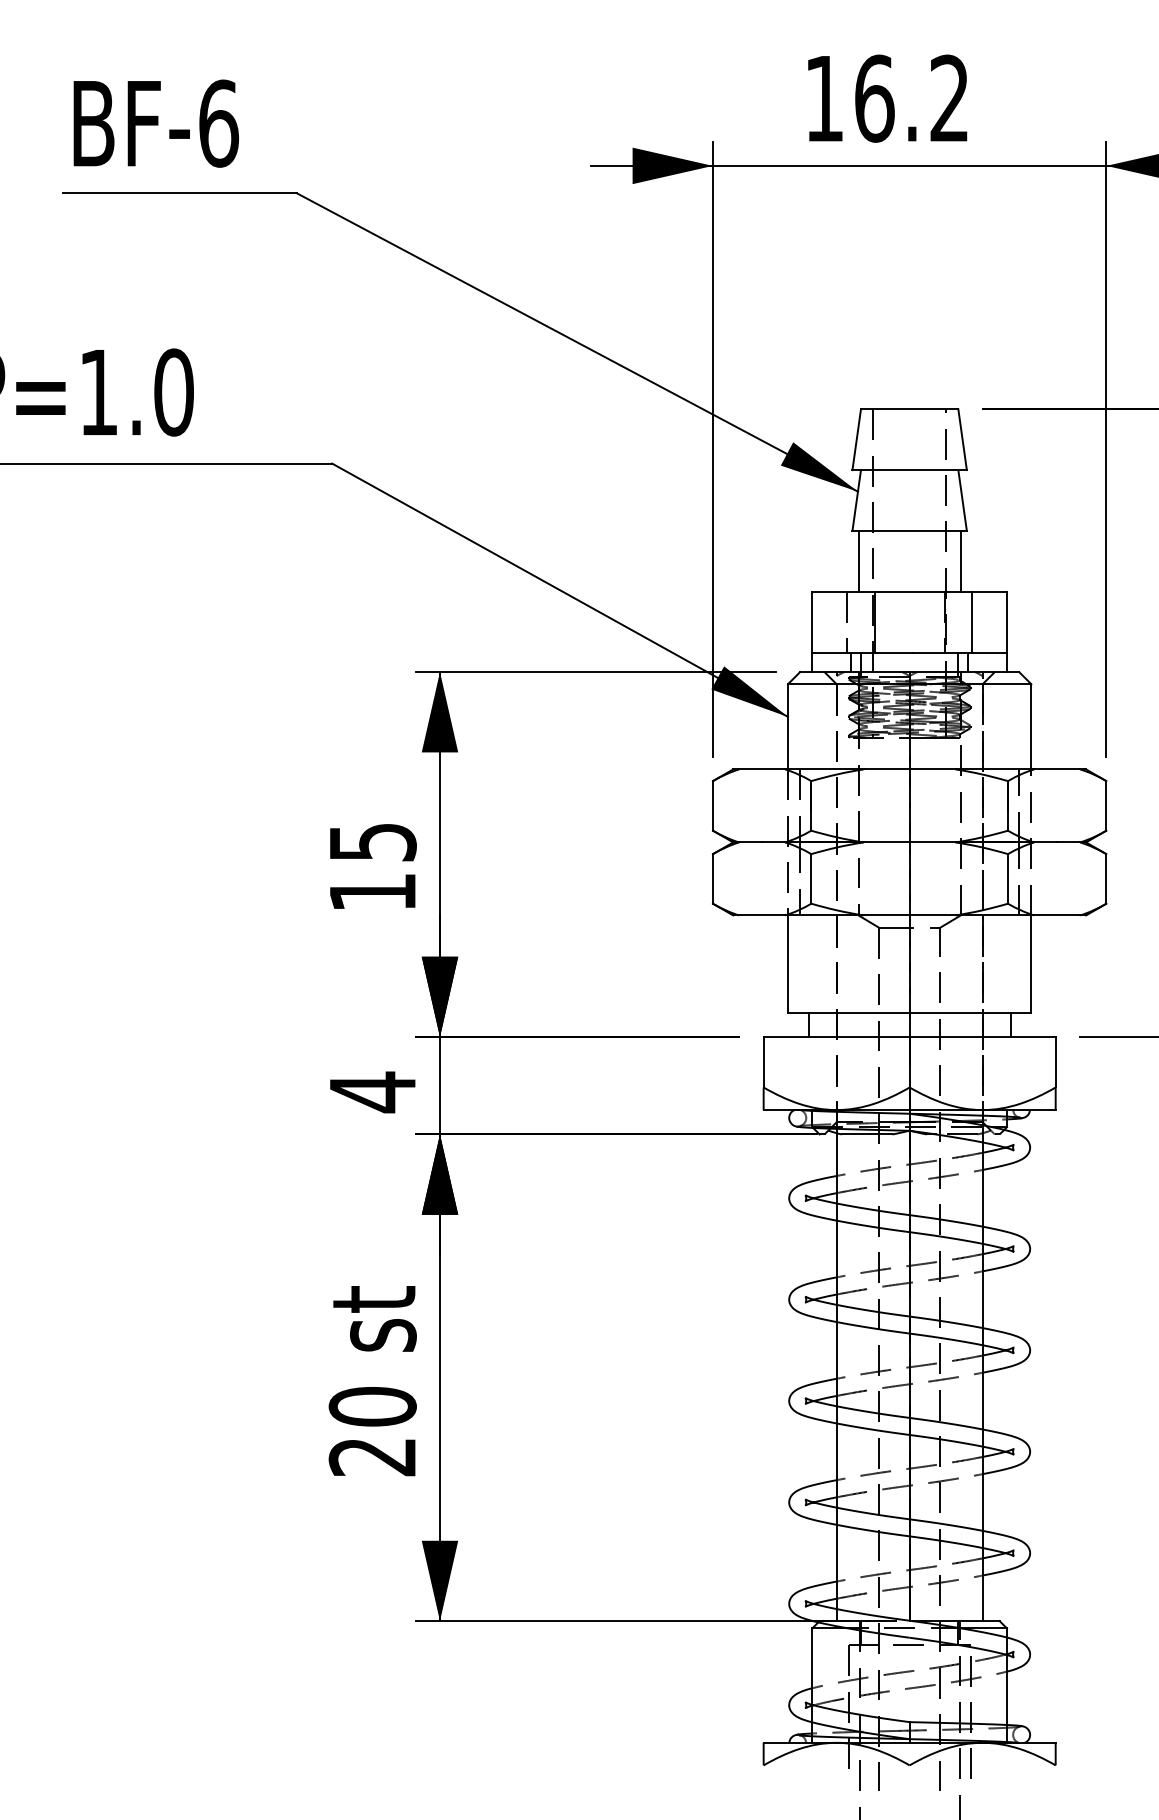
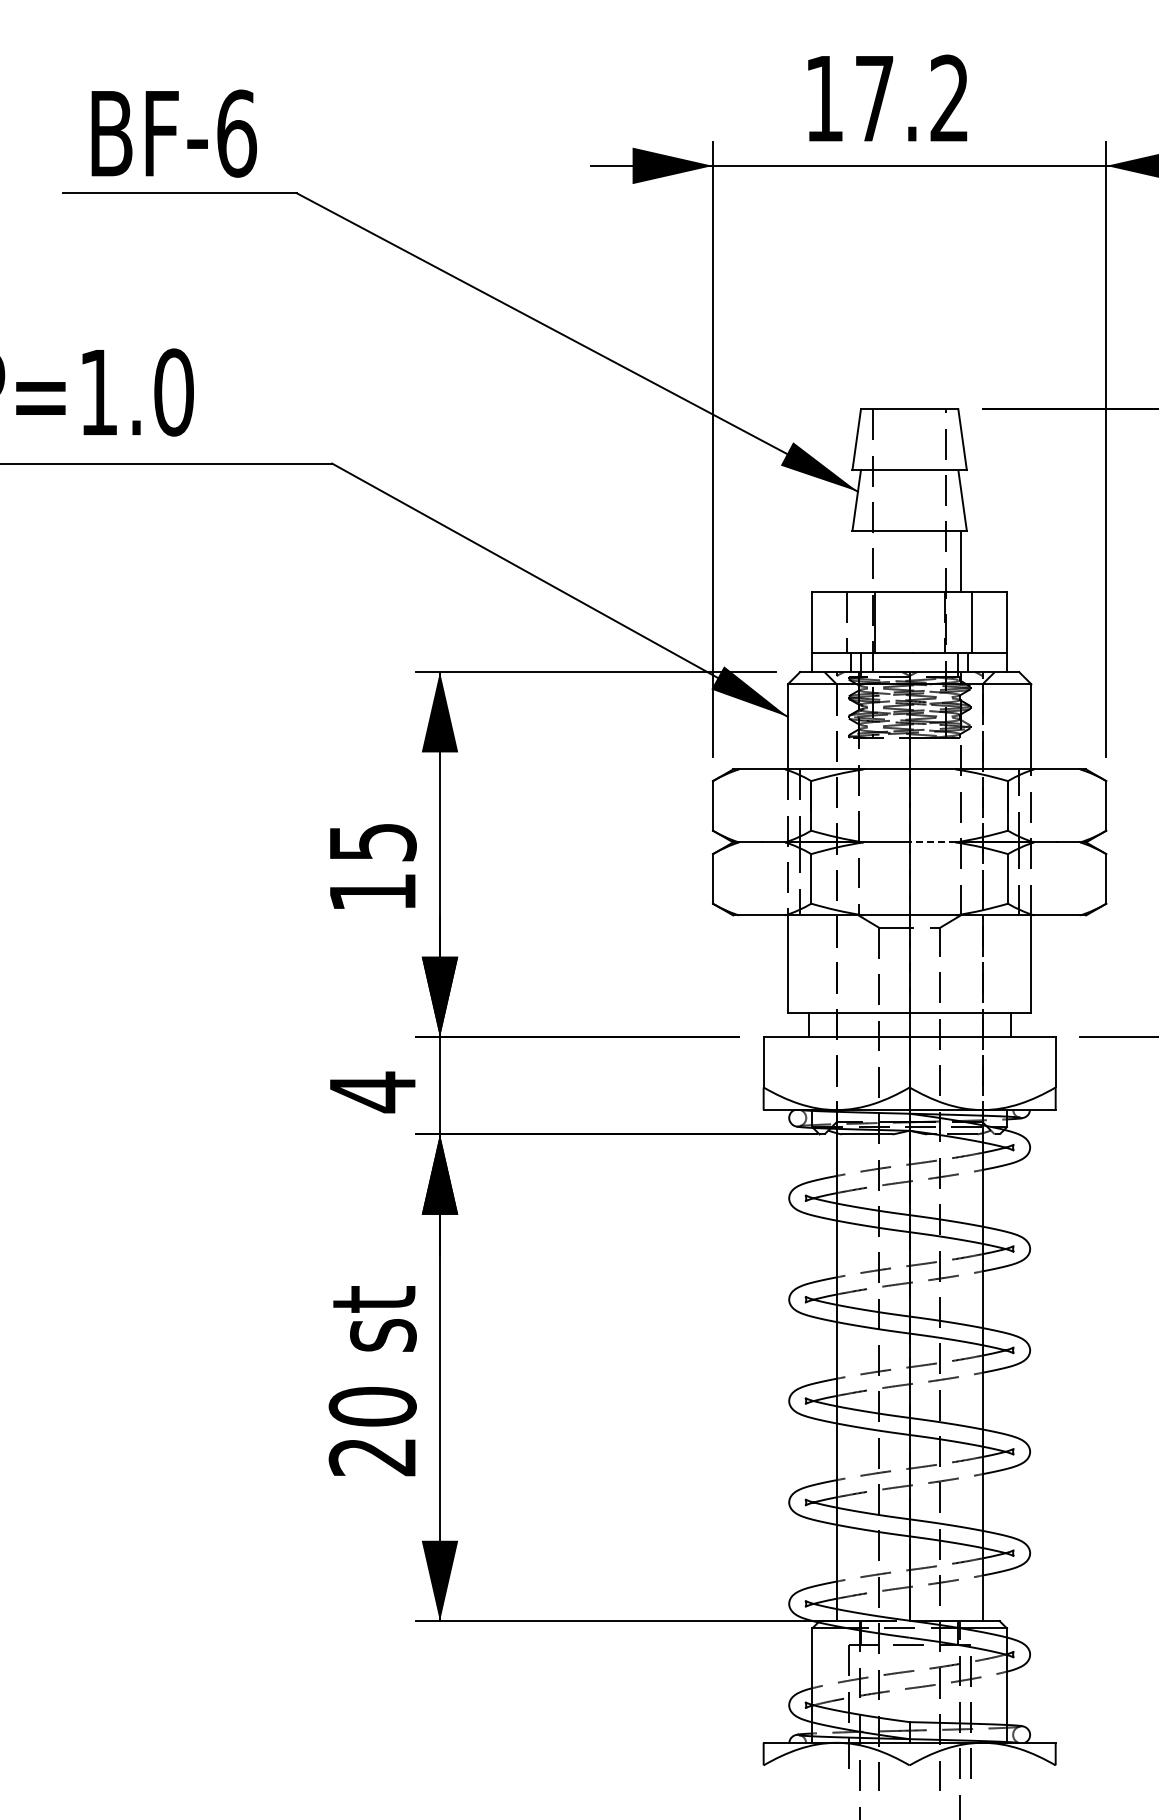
text at (874, 98): 16.2 -> 17.2
text at (155, 123) position: (155, 123) -> (173, 133)
line at (858, 560): present -> none
line at (932, 842): solid -> dashed
